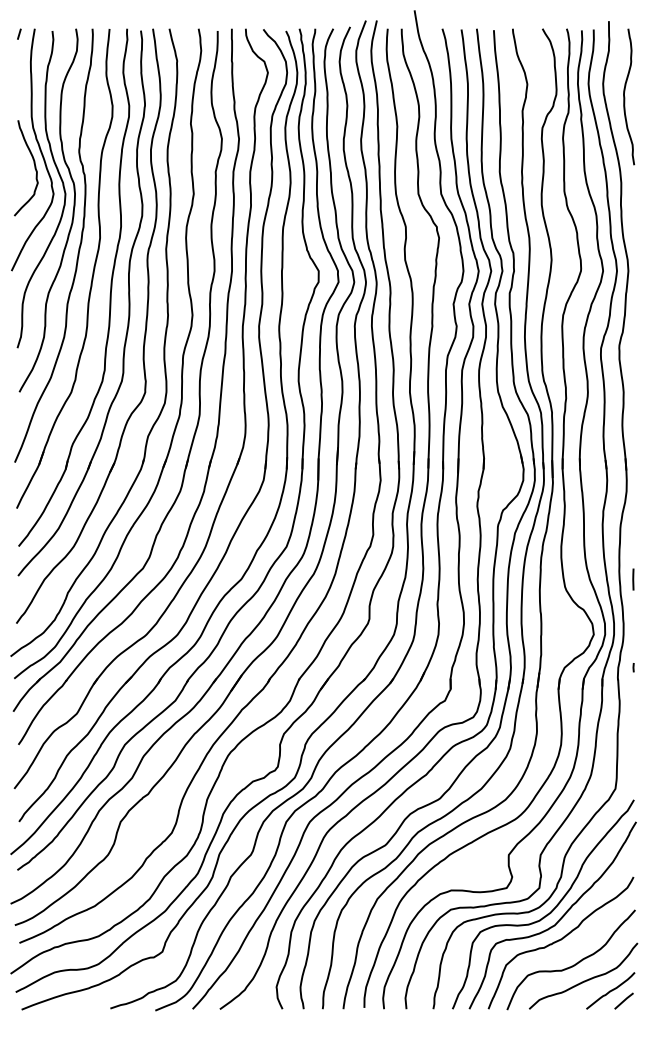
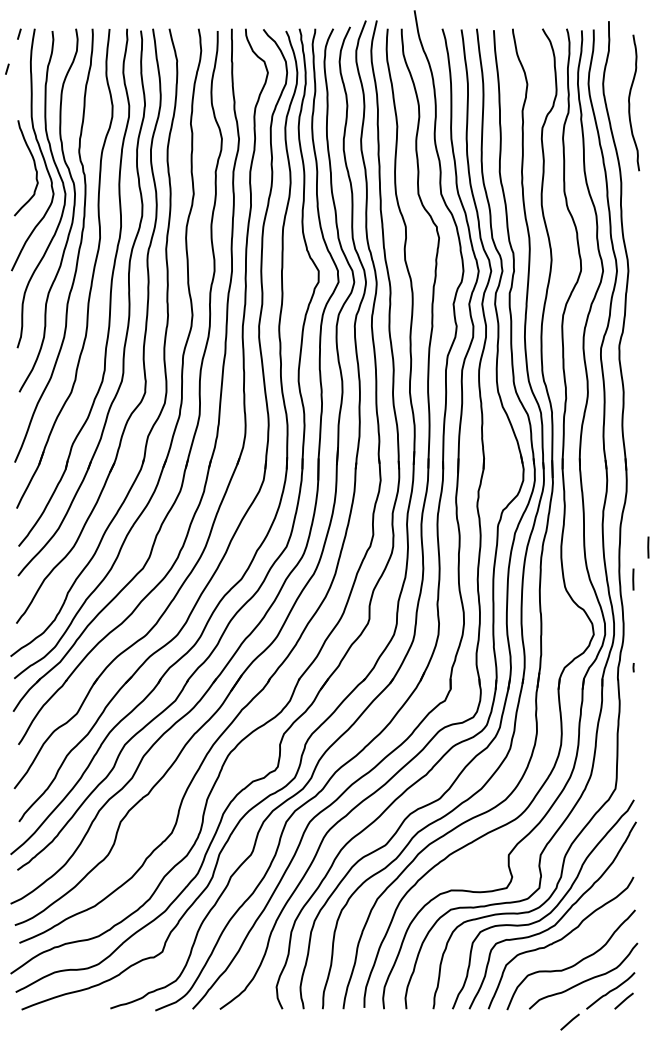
line at (7, 68): none -> present
curve at (625, 97) position: (625, 97) -> (630, 103)
line at (648, 547): none -> present
line at (569, 1021): none -> present
